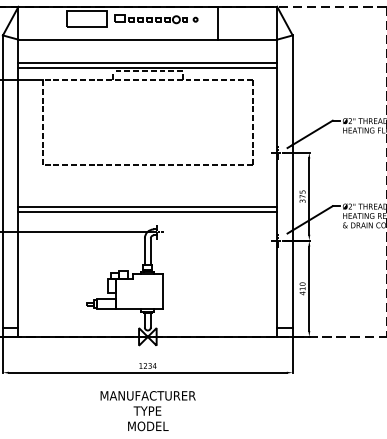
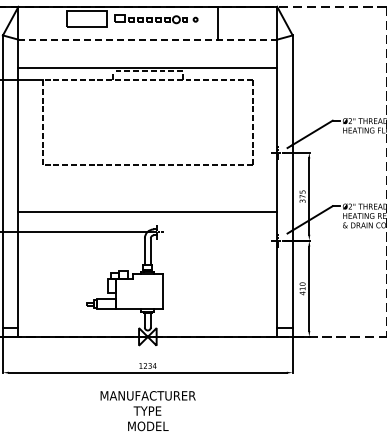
line at (148, 39): solid -> dashed
line at (147, 63): present -> none
line at (147, 206): present -> none
